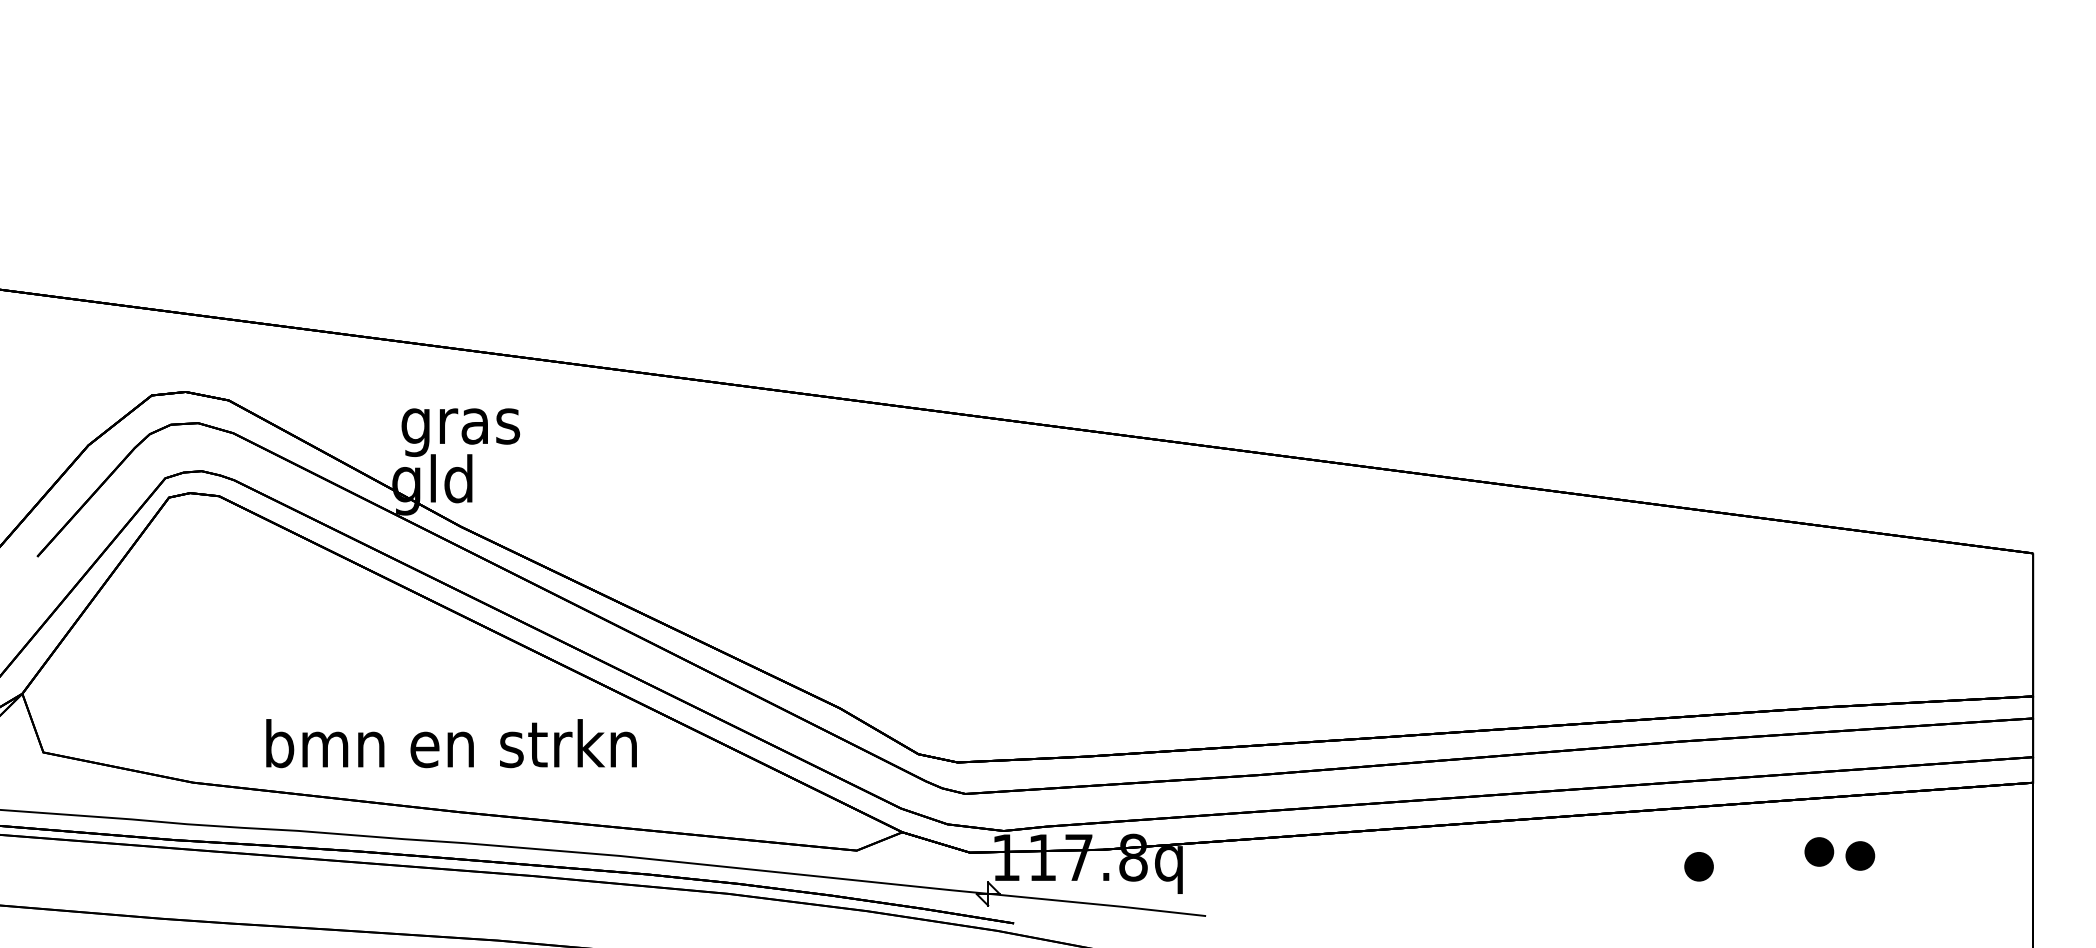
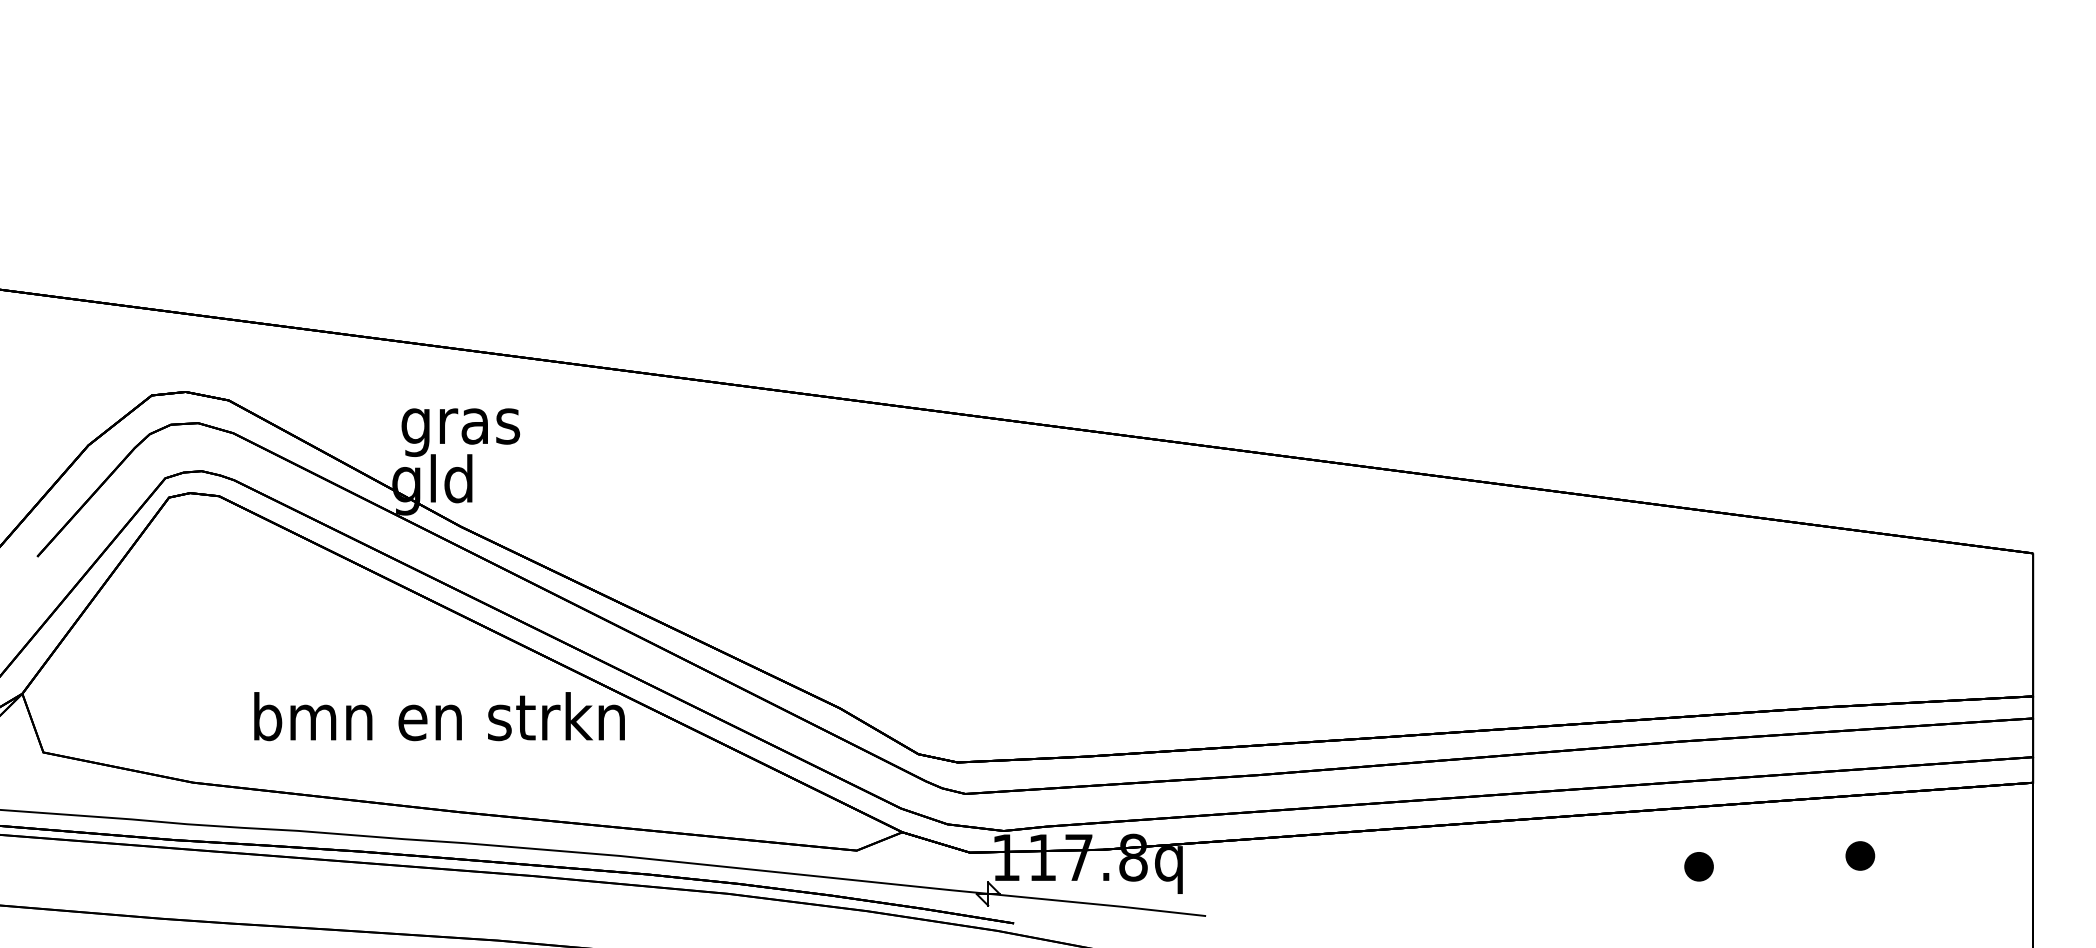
text at (451, 743) position: (451, 743) -> (439, 716)
part at (1819, 851): present -> none
